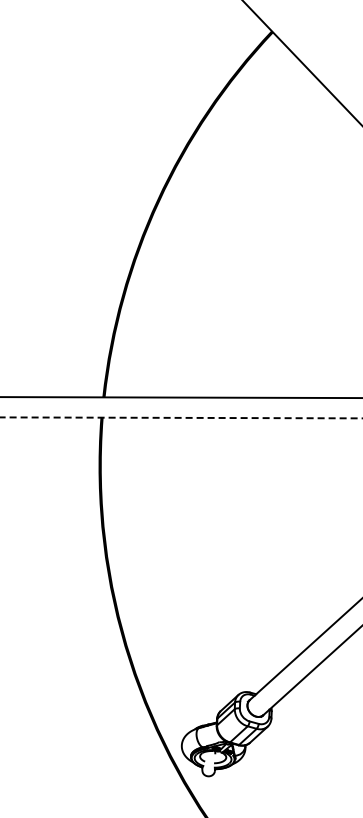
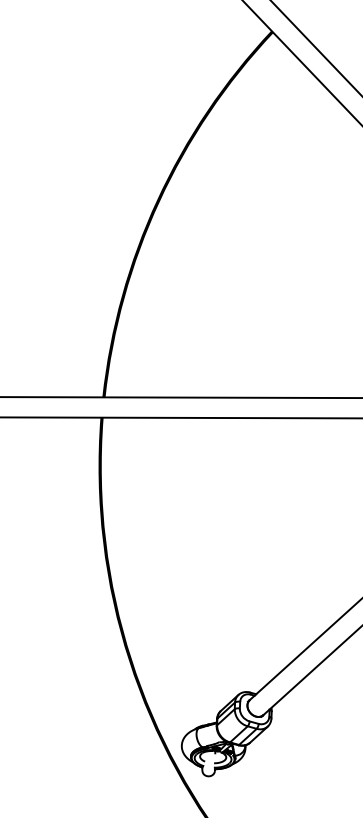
line at (315, 47): none -> present
line at (182, 417): dashed -> solid
